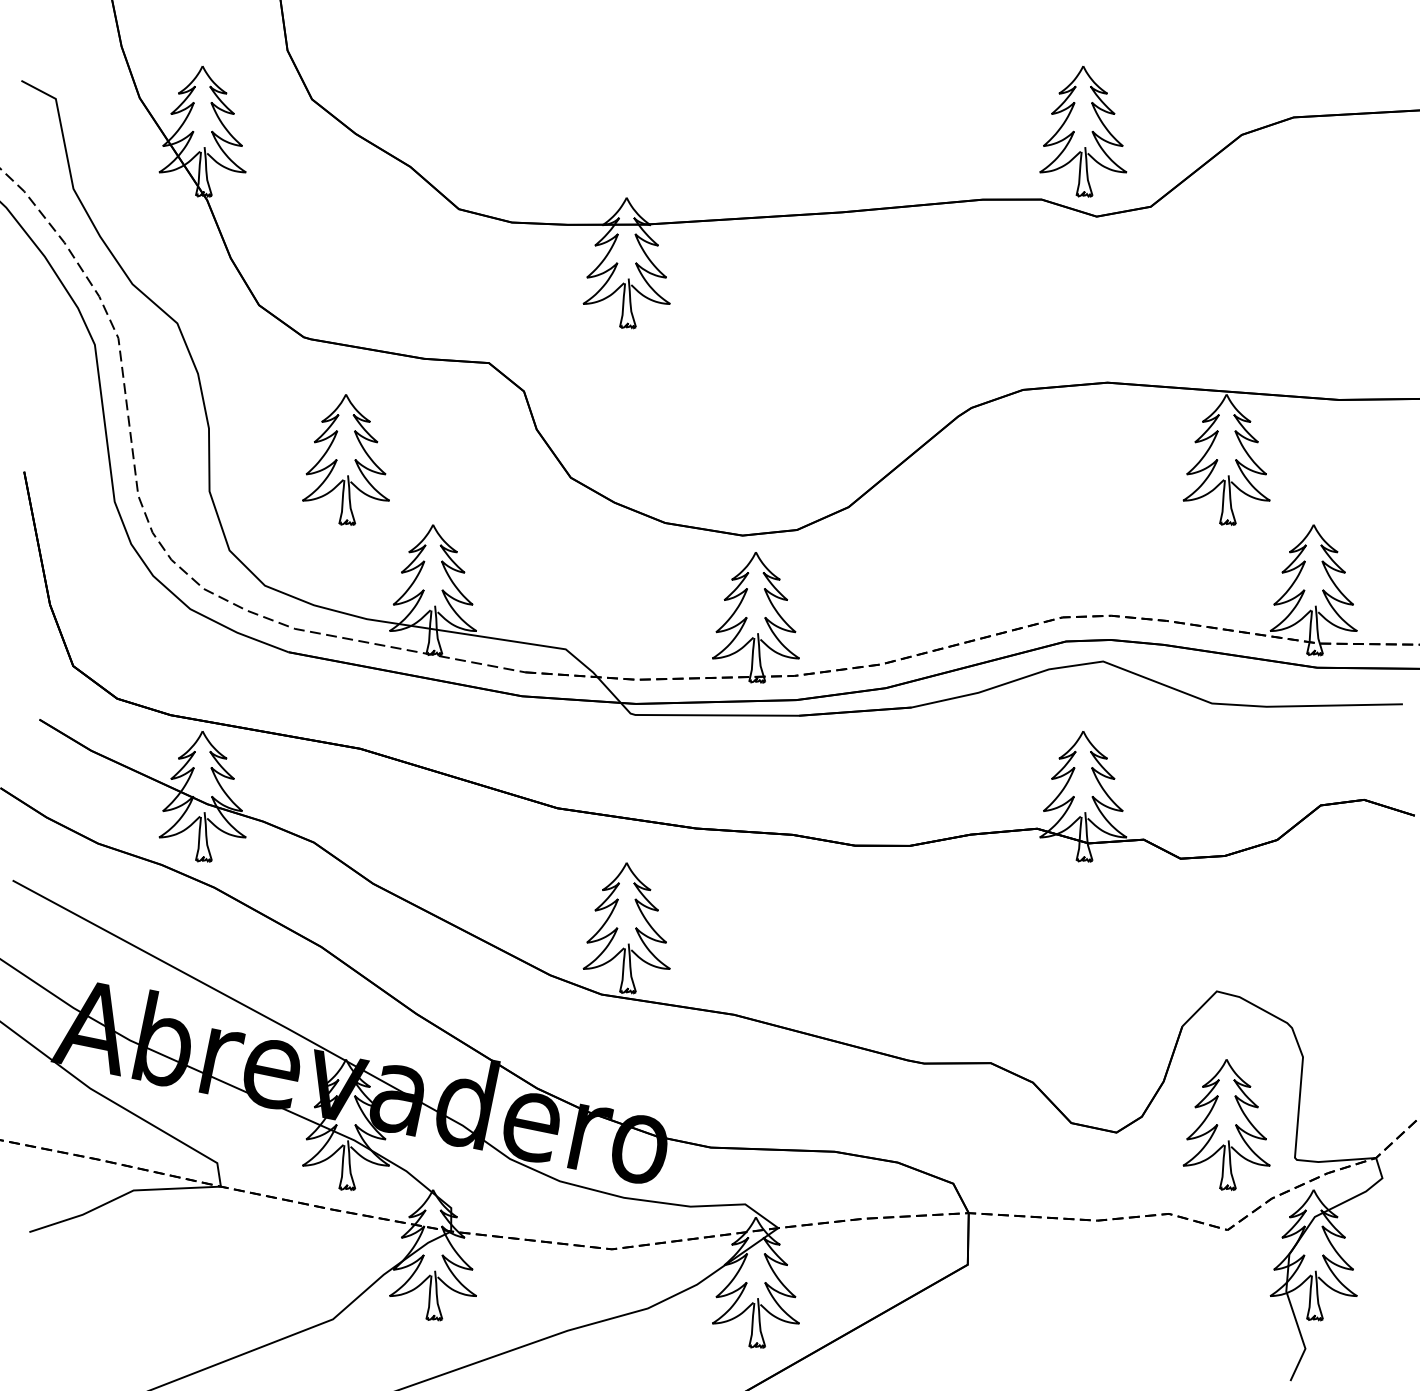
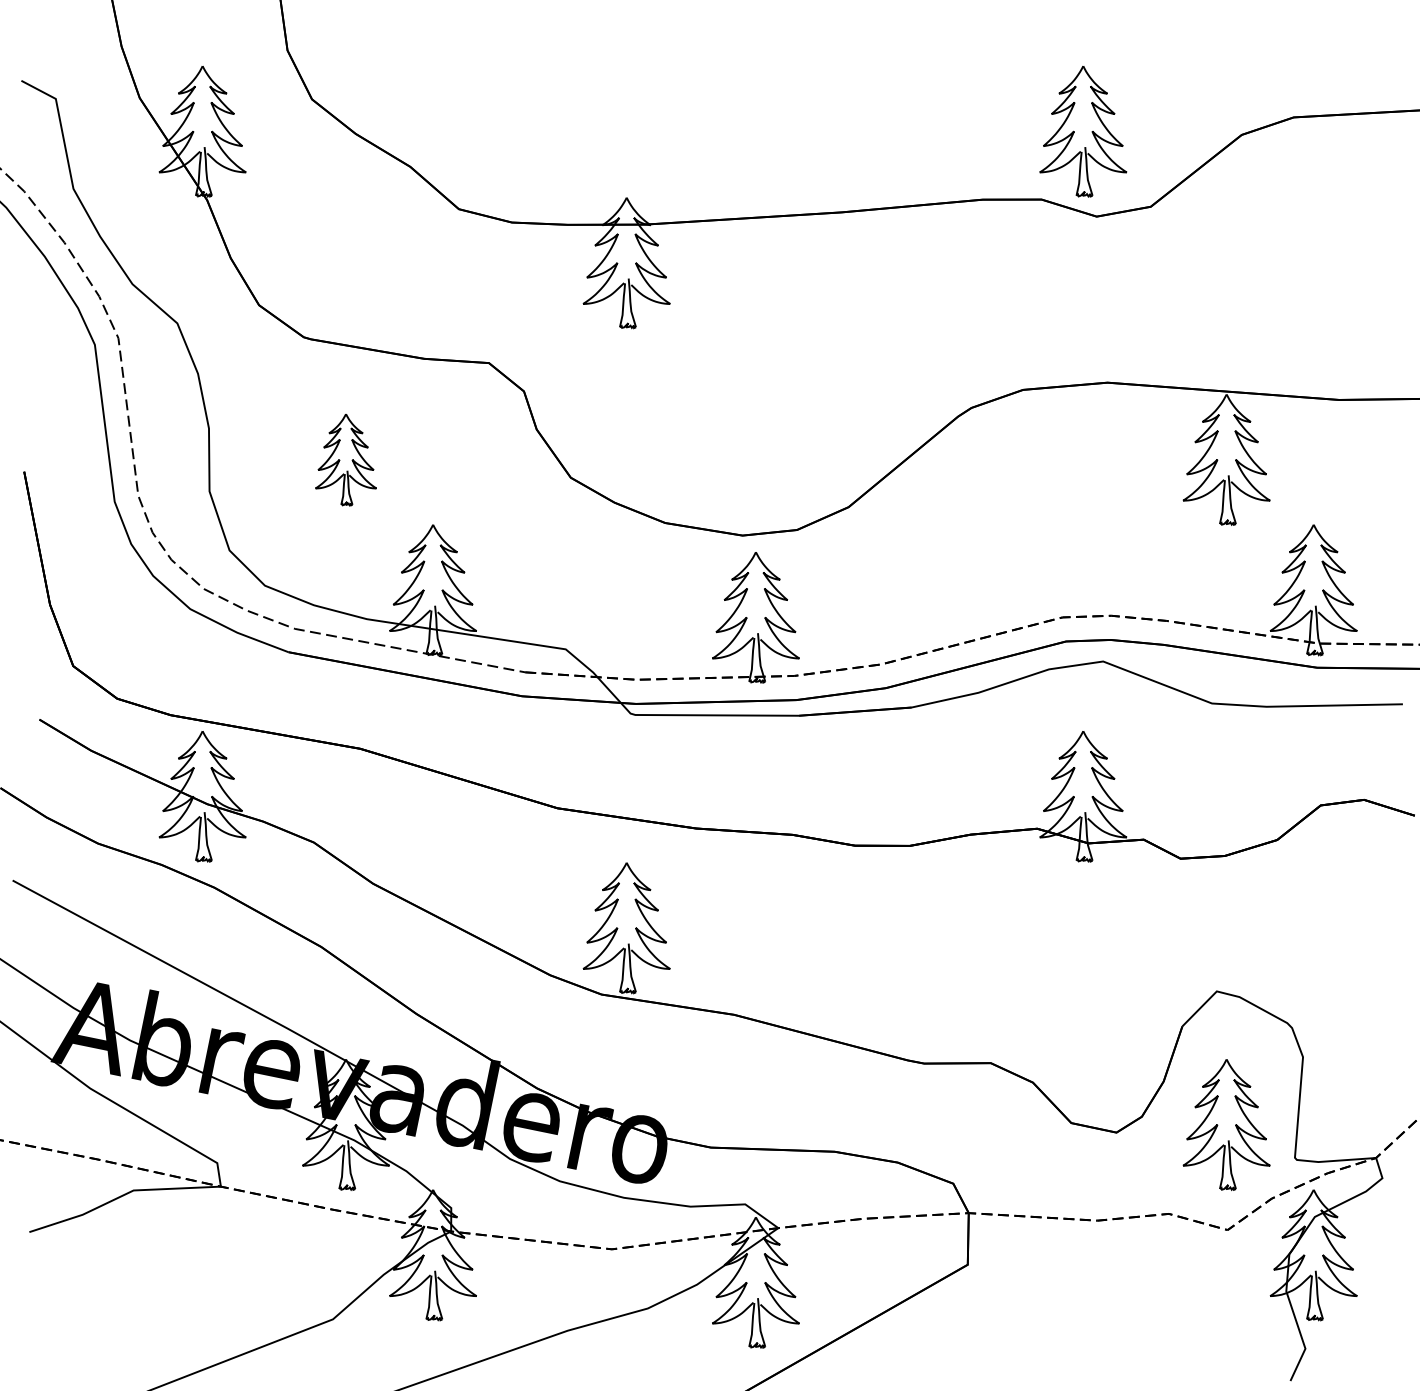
part at (345, 459) size: 88x132 px -> 62x93 px
